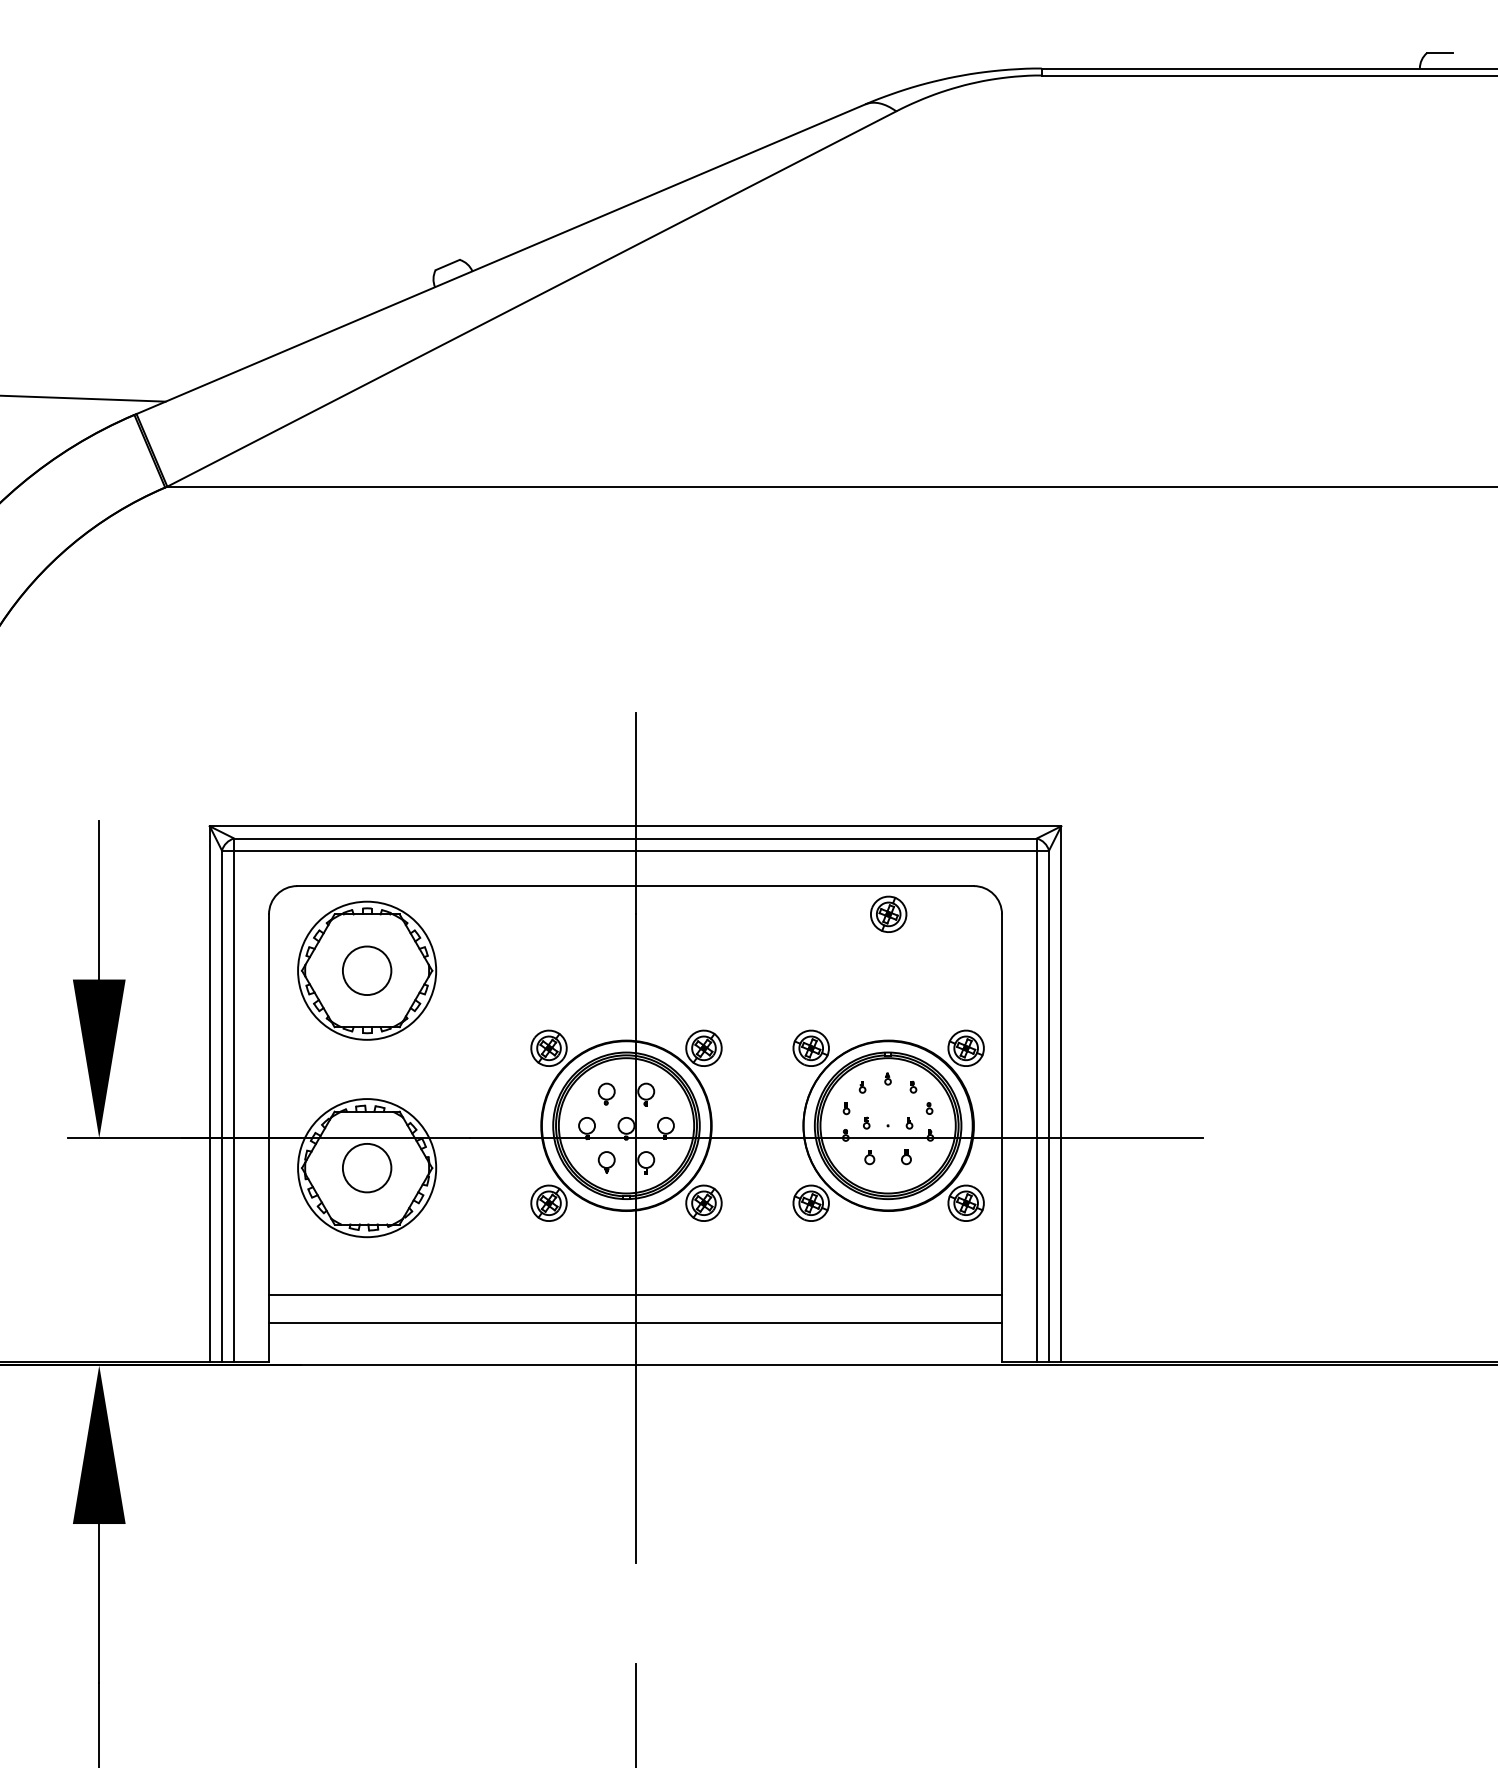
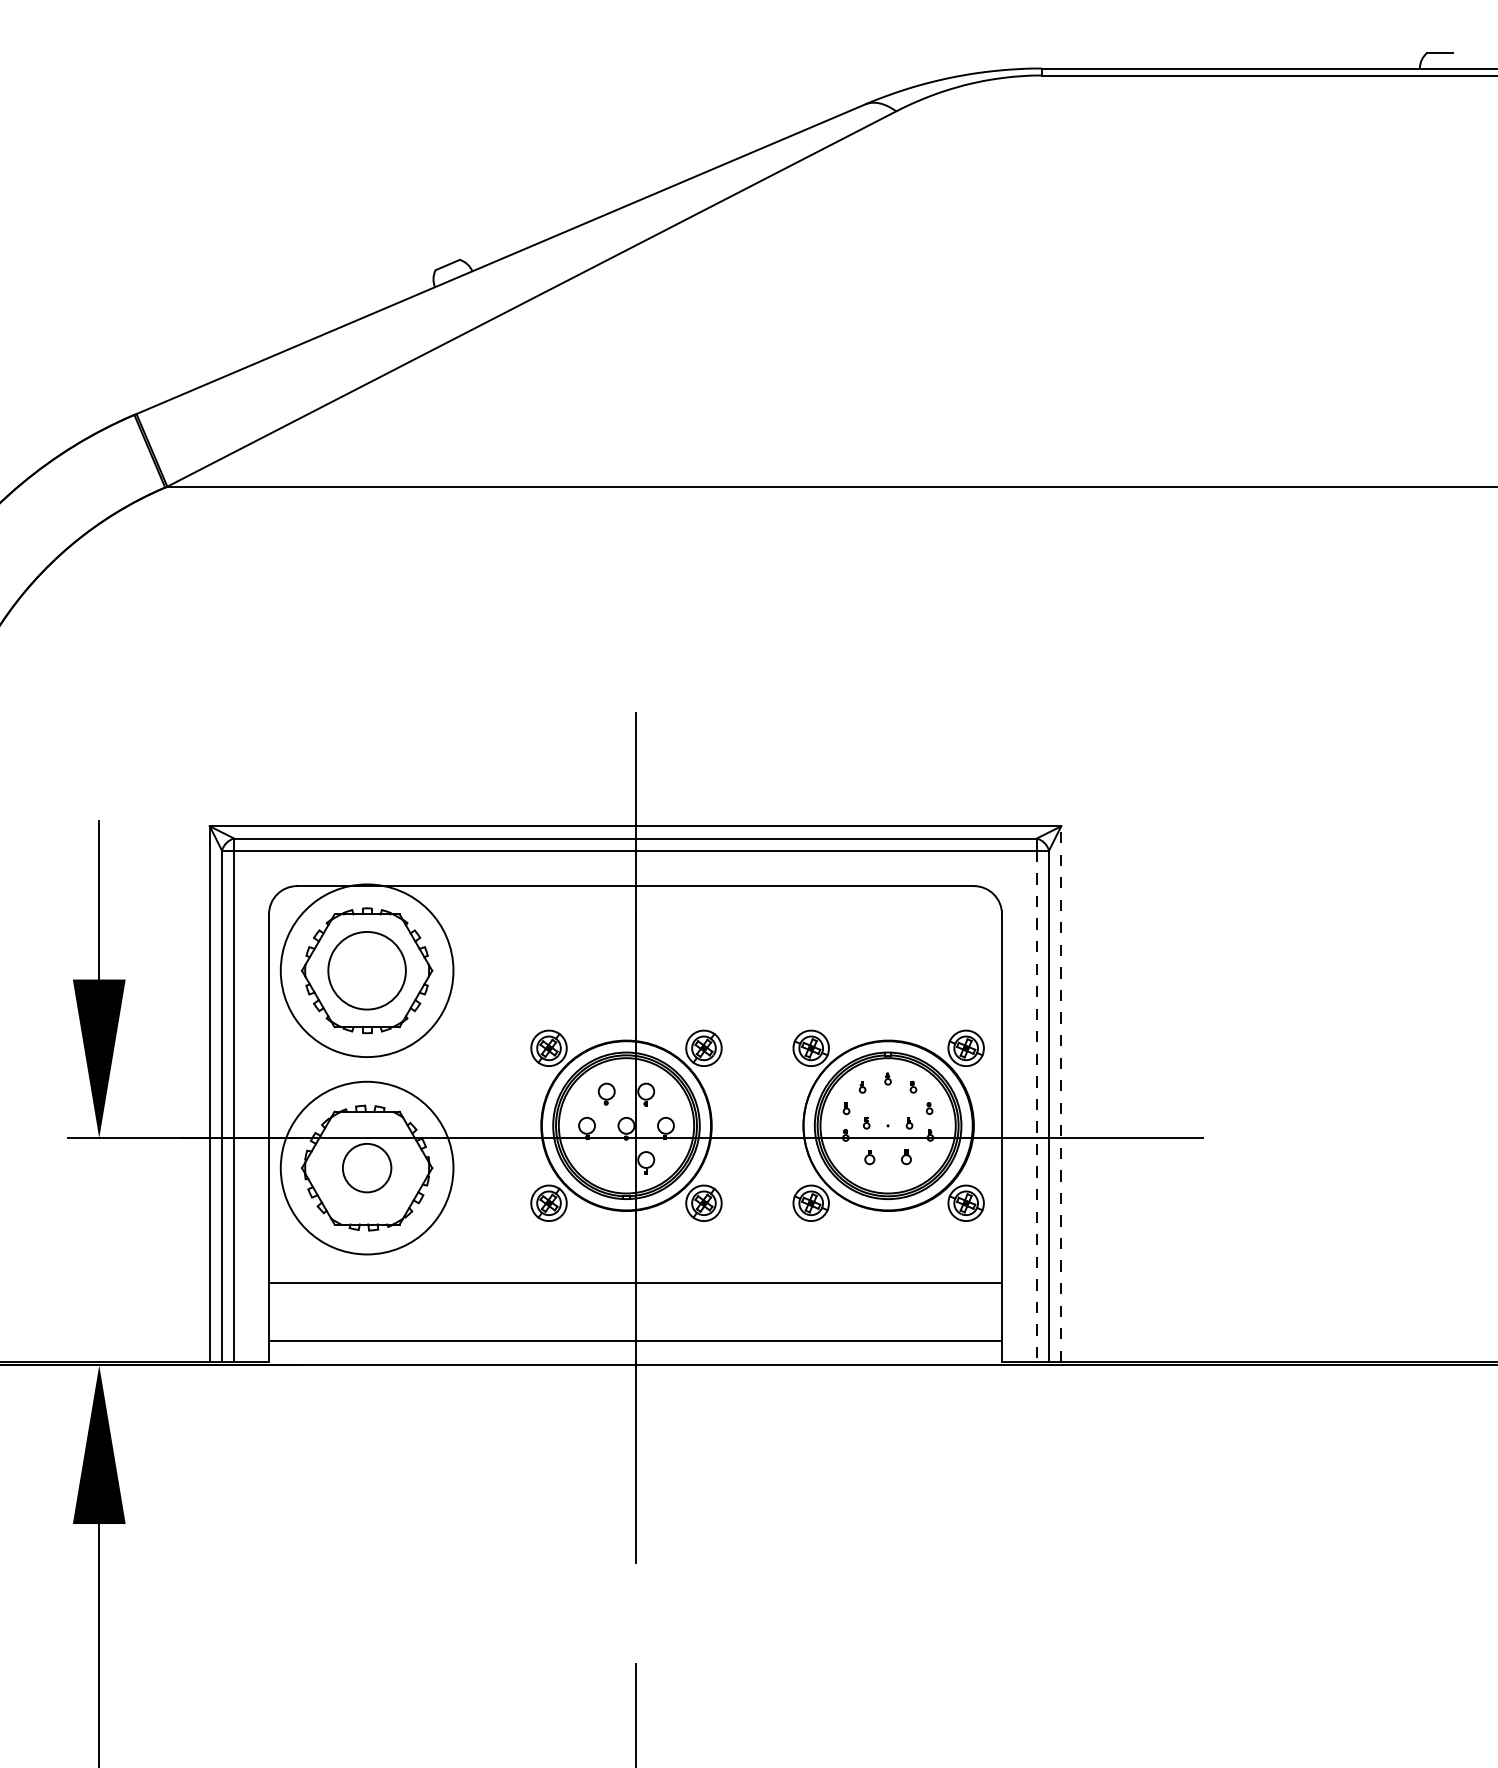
line at (83, 398): present -> none
part at (888, 913): present -> none
circle at (366, 970) diameter: 48 px -> 78 px
circle at (367, 970) diameter: 138 px -> 173 px
line at (1061, 1094): solid -> dashed
line at (1036, 1106): solid -> dashed
part at (606, 1162): present -> none
circle at (367, 1168) diameter: 138 px -> 173 px
line at (635, 1295) position: (635, 1295) -> (635, 1283)
line at (635, 1323) position: (635, 1323) -> (635, 1341)
